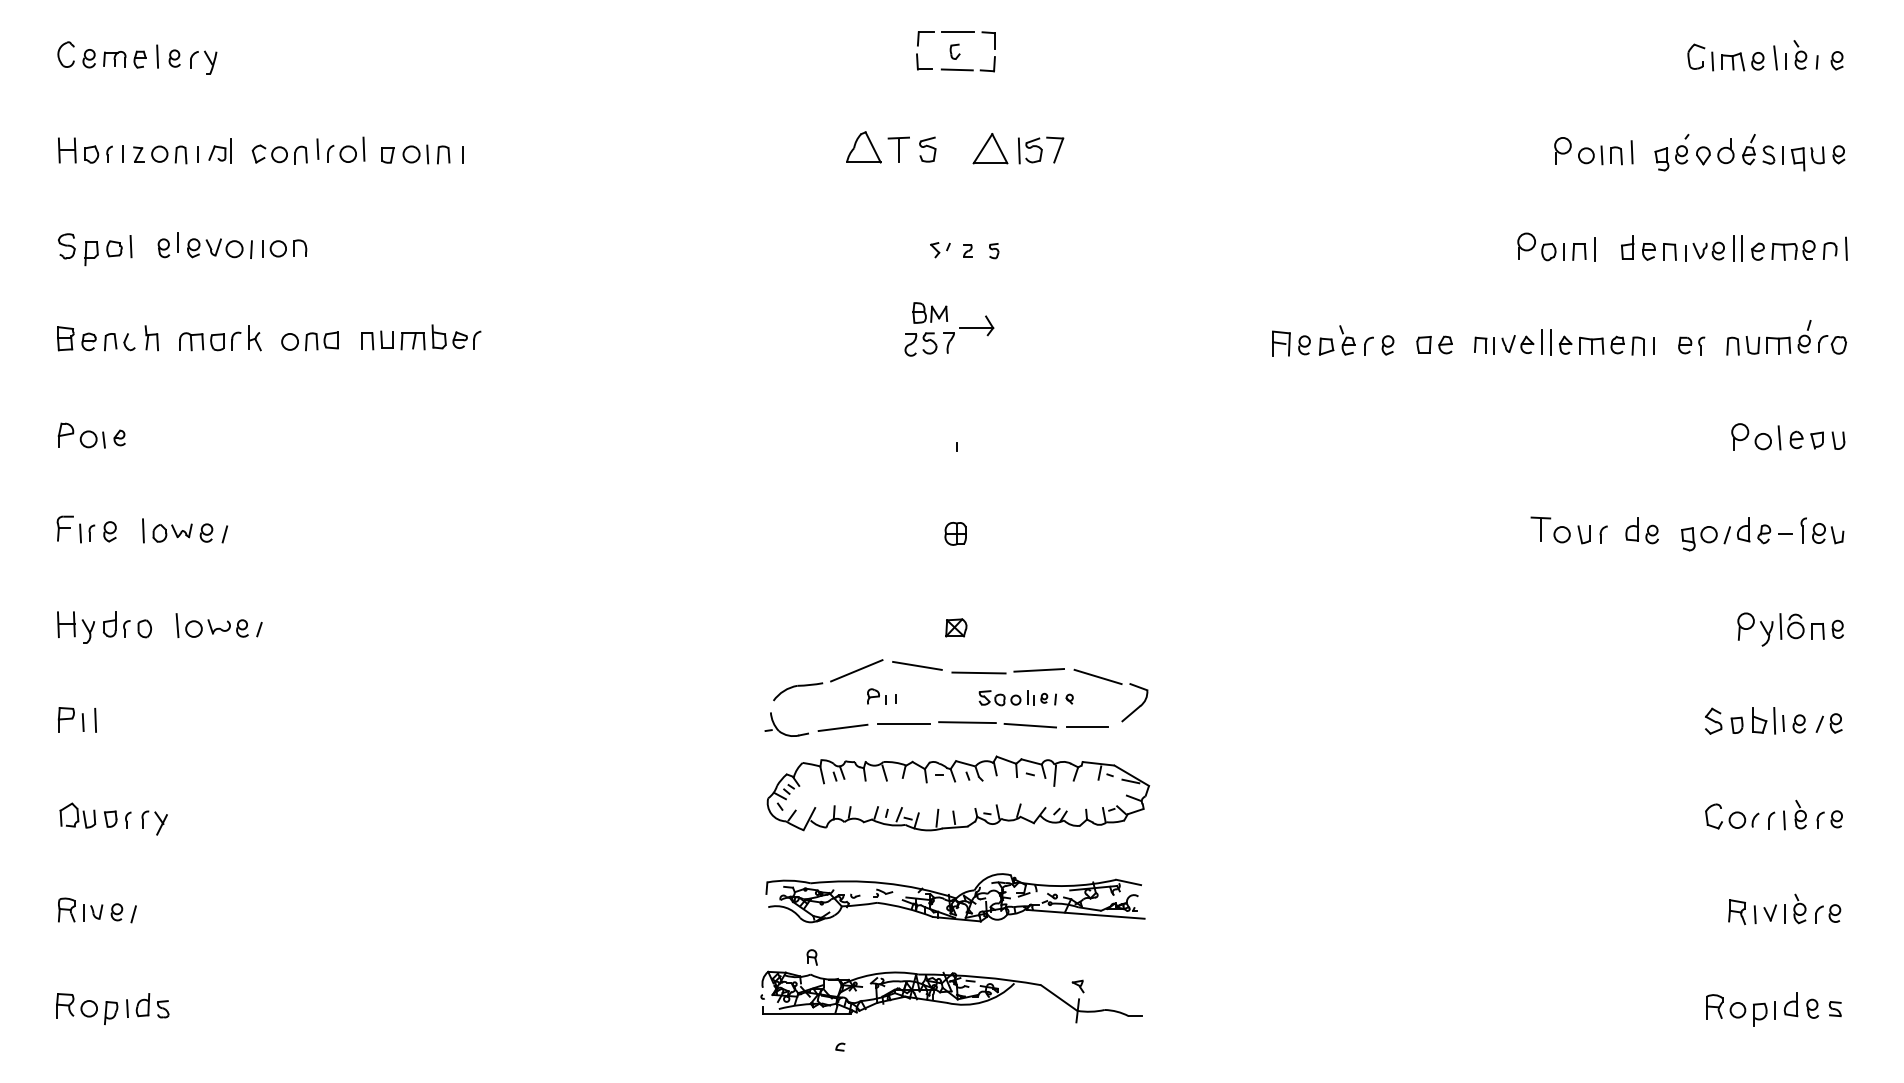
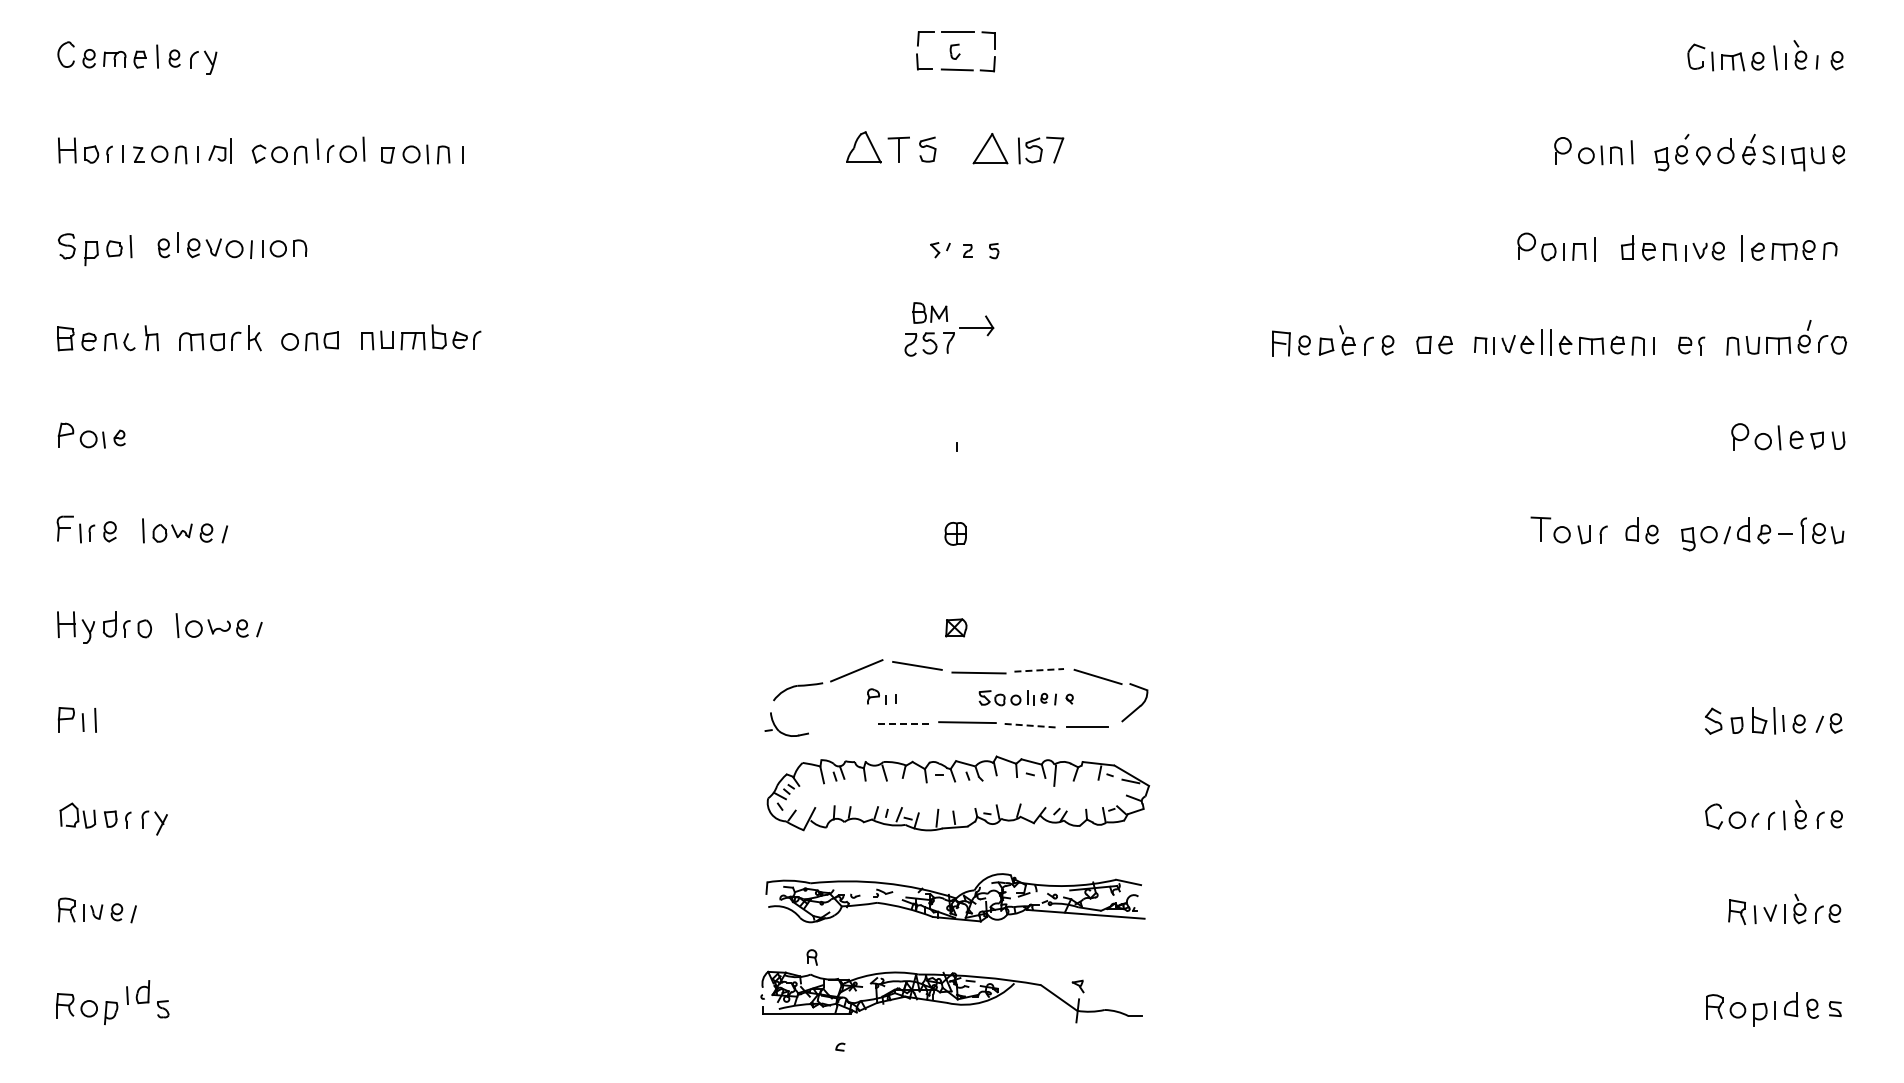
line at (1733, 247): present -> none
line at (1846, 248): present -> none
part at (1790, 629): present -> none
line at (1039, 670): solid -> dashed
line at (904, 723): solid -> dashed
line at (1030, 725): solid -> dashed
line at (842, 727): present -> none
part at (138, 1005) position: (138, 1005) -> (138, 992)
